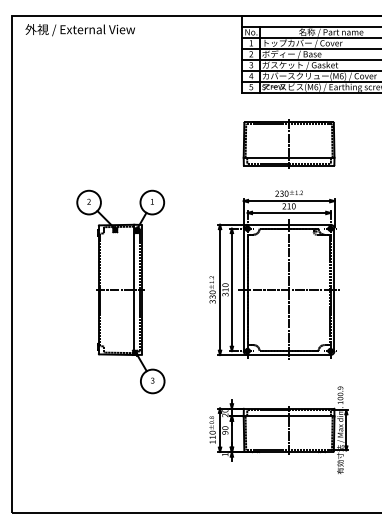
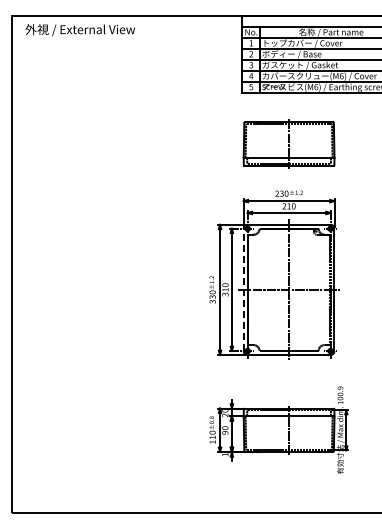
line at (243, 289): solid -> dashed
part at (120, 291): present -> none
